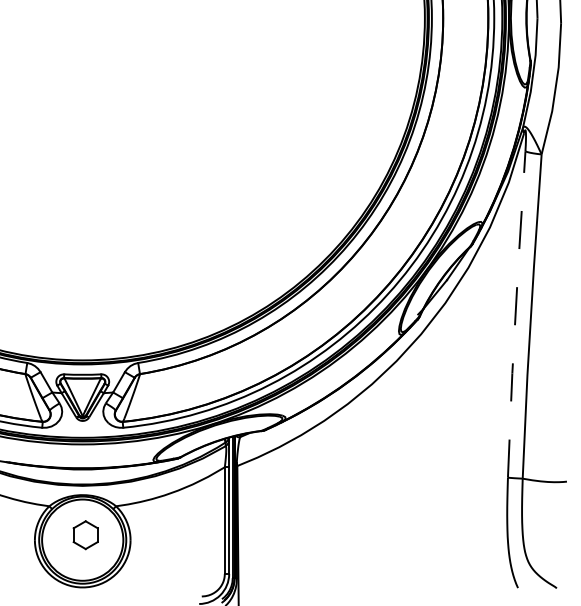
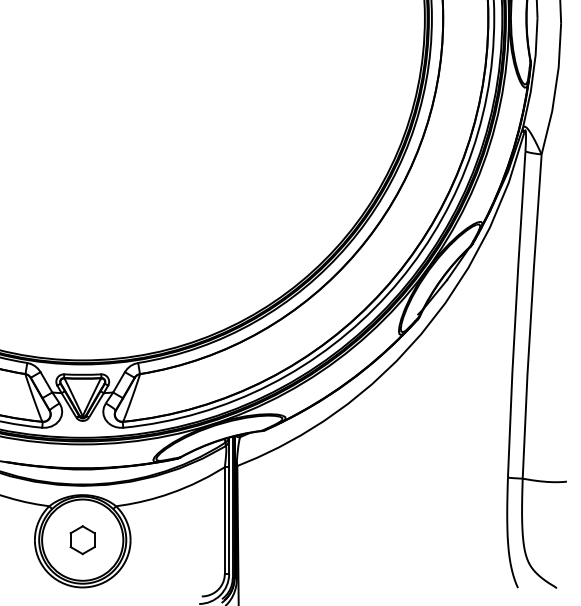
line at (515, 314): dashed -> solid
part at (85, 535) position: (85, 535) -> (82, 540)
